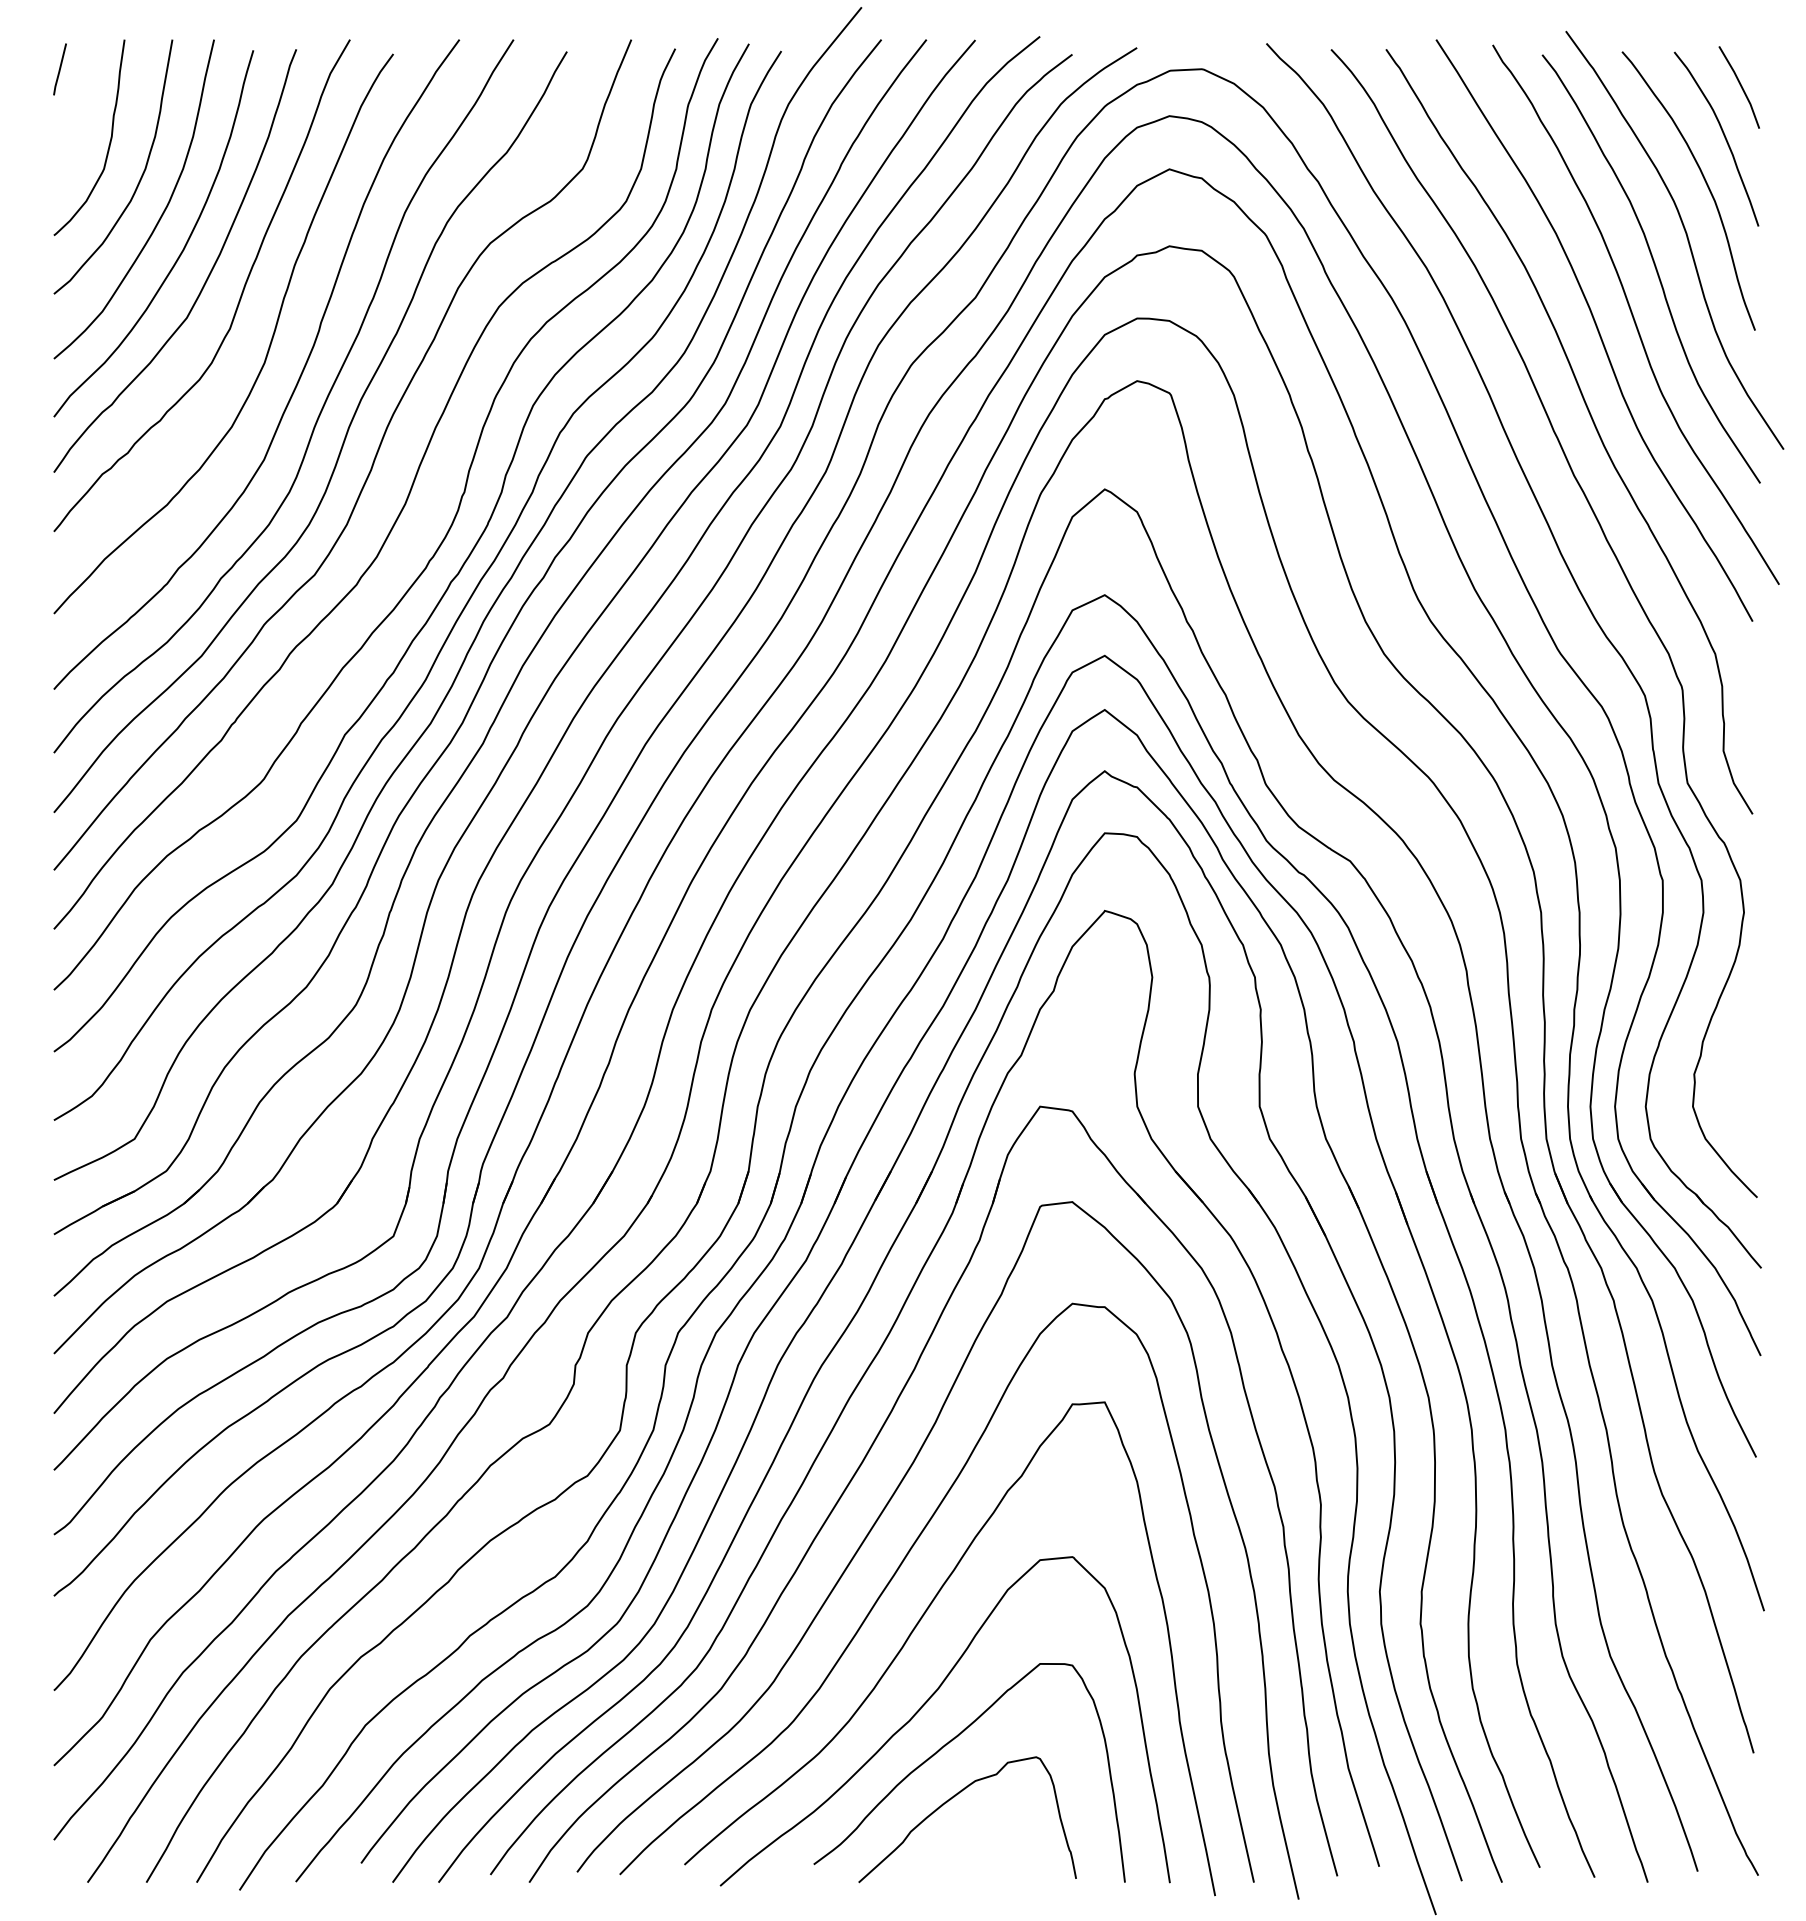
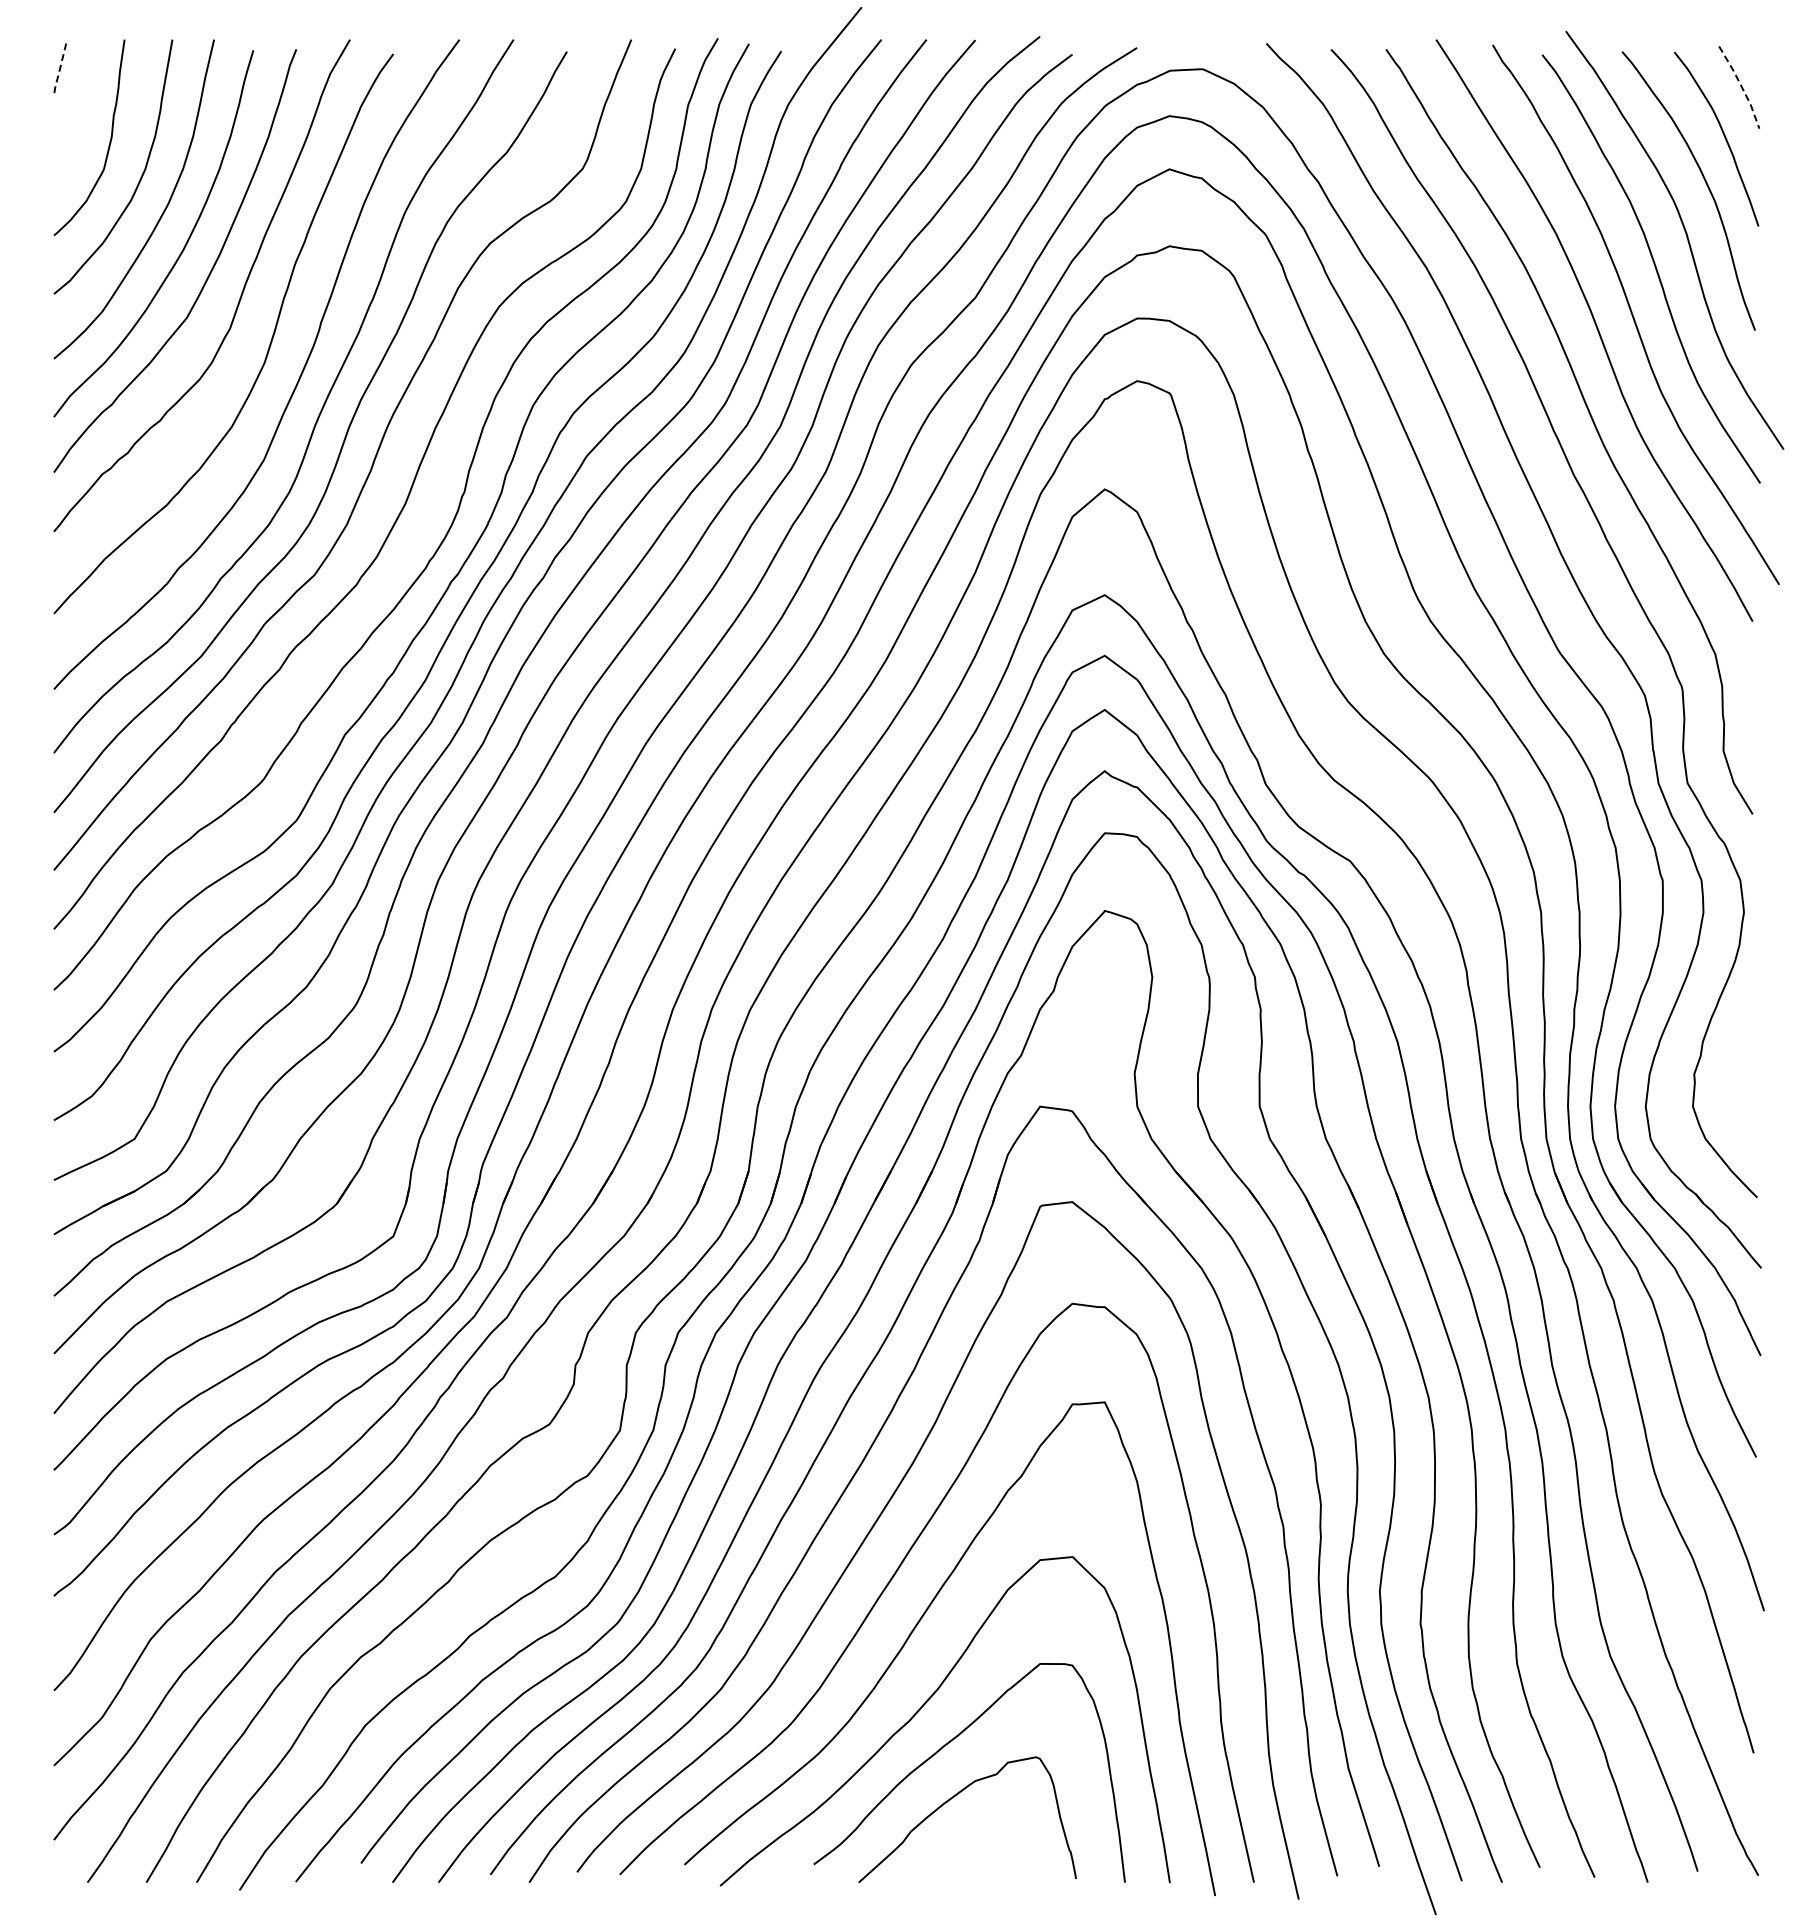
line at (59, 71): solid -> dashed
line at (1741, 86): solid -> dashed
